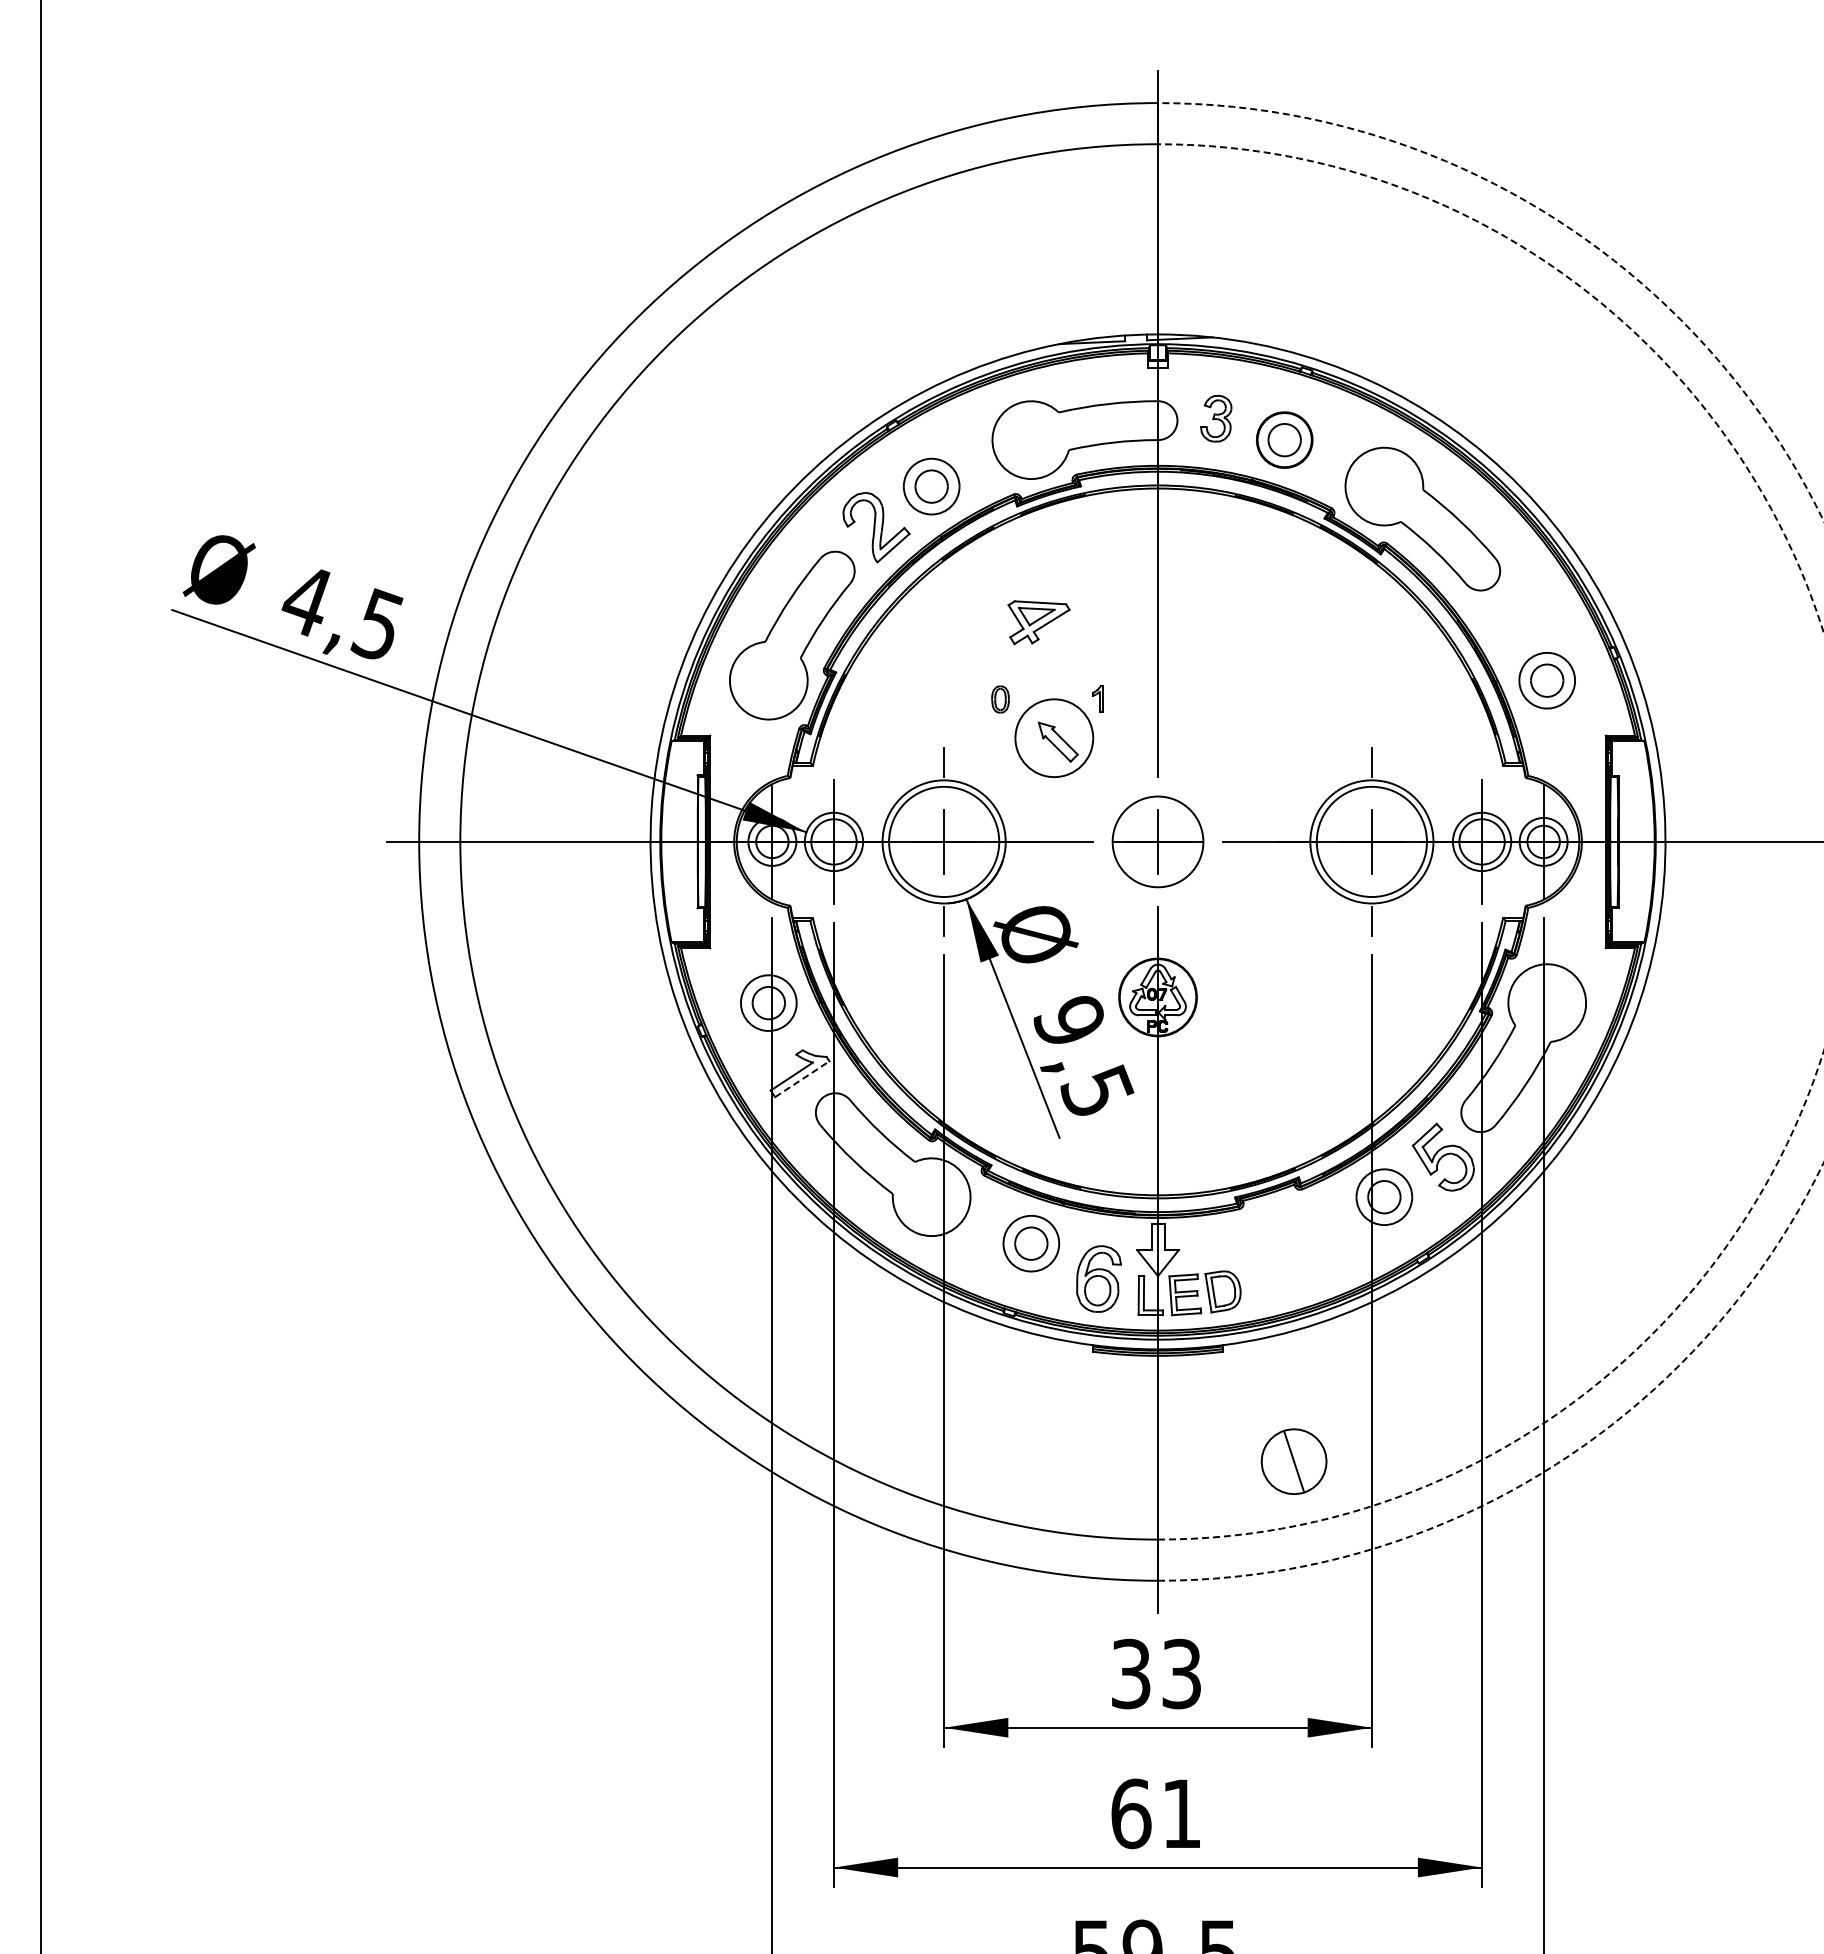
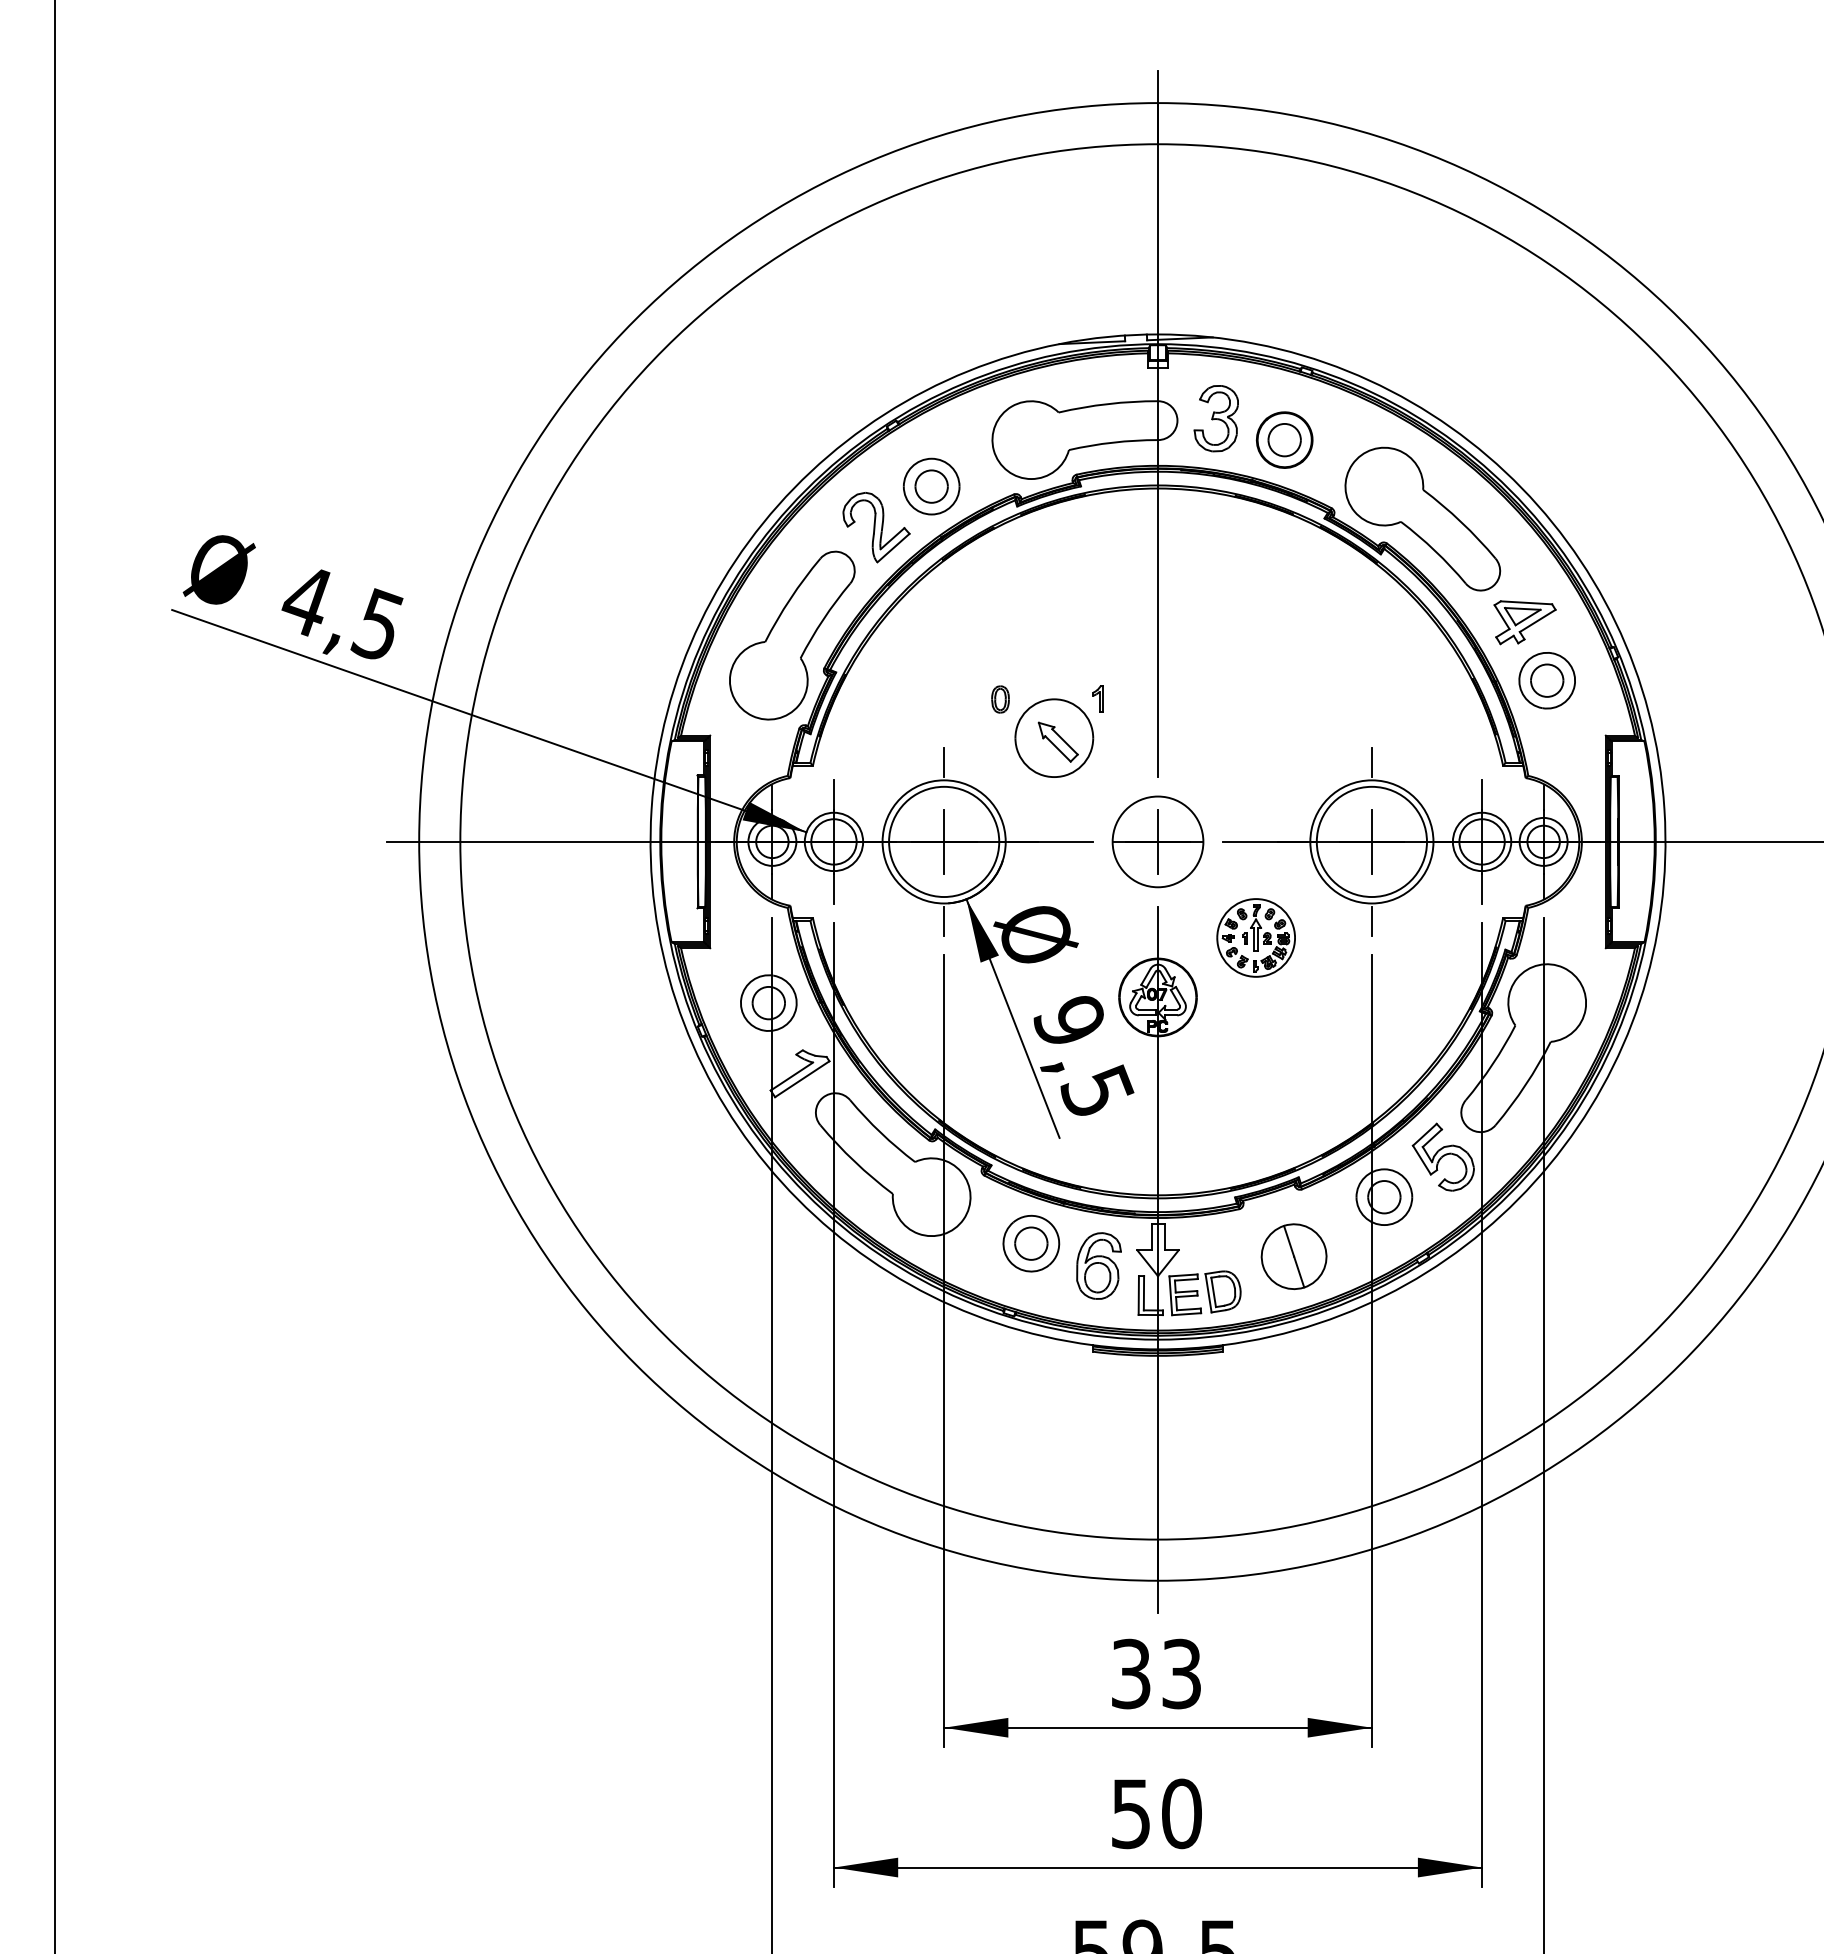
part at (1216, 418) size: 33x48 px -> 46x68 px
arc at (1823, 520): dashed -> solid
part at (1038, 622) position: (1038, 622) -> (1524, 622)
arc at (1823, 632): dashed -> solid
part at (1255, 937): none -> present
line at (40, 976) position: (40, 976) -> (54, 976)
line at (802, 1079): dashed -> solid
part at (1098, 1278) position: (1098, 1278) -> (1098, 1265)
part at (1293, 1461) position: (1293, 1461) -> (1293, 1256)
text at (1156, 1813): 61 -> 50
